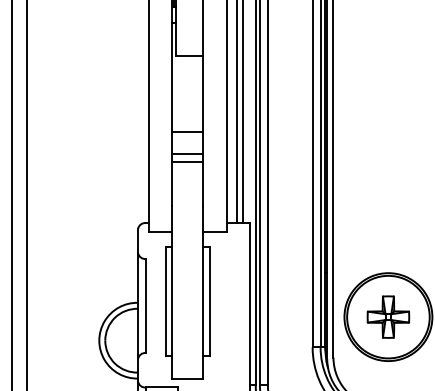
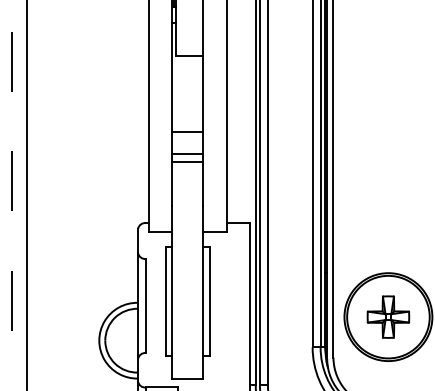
line at (237, 112): present -> none
line at (243, 112): present -> none
line at (11, 195): solid -> dashed
